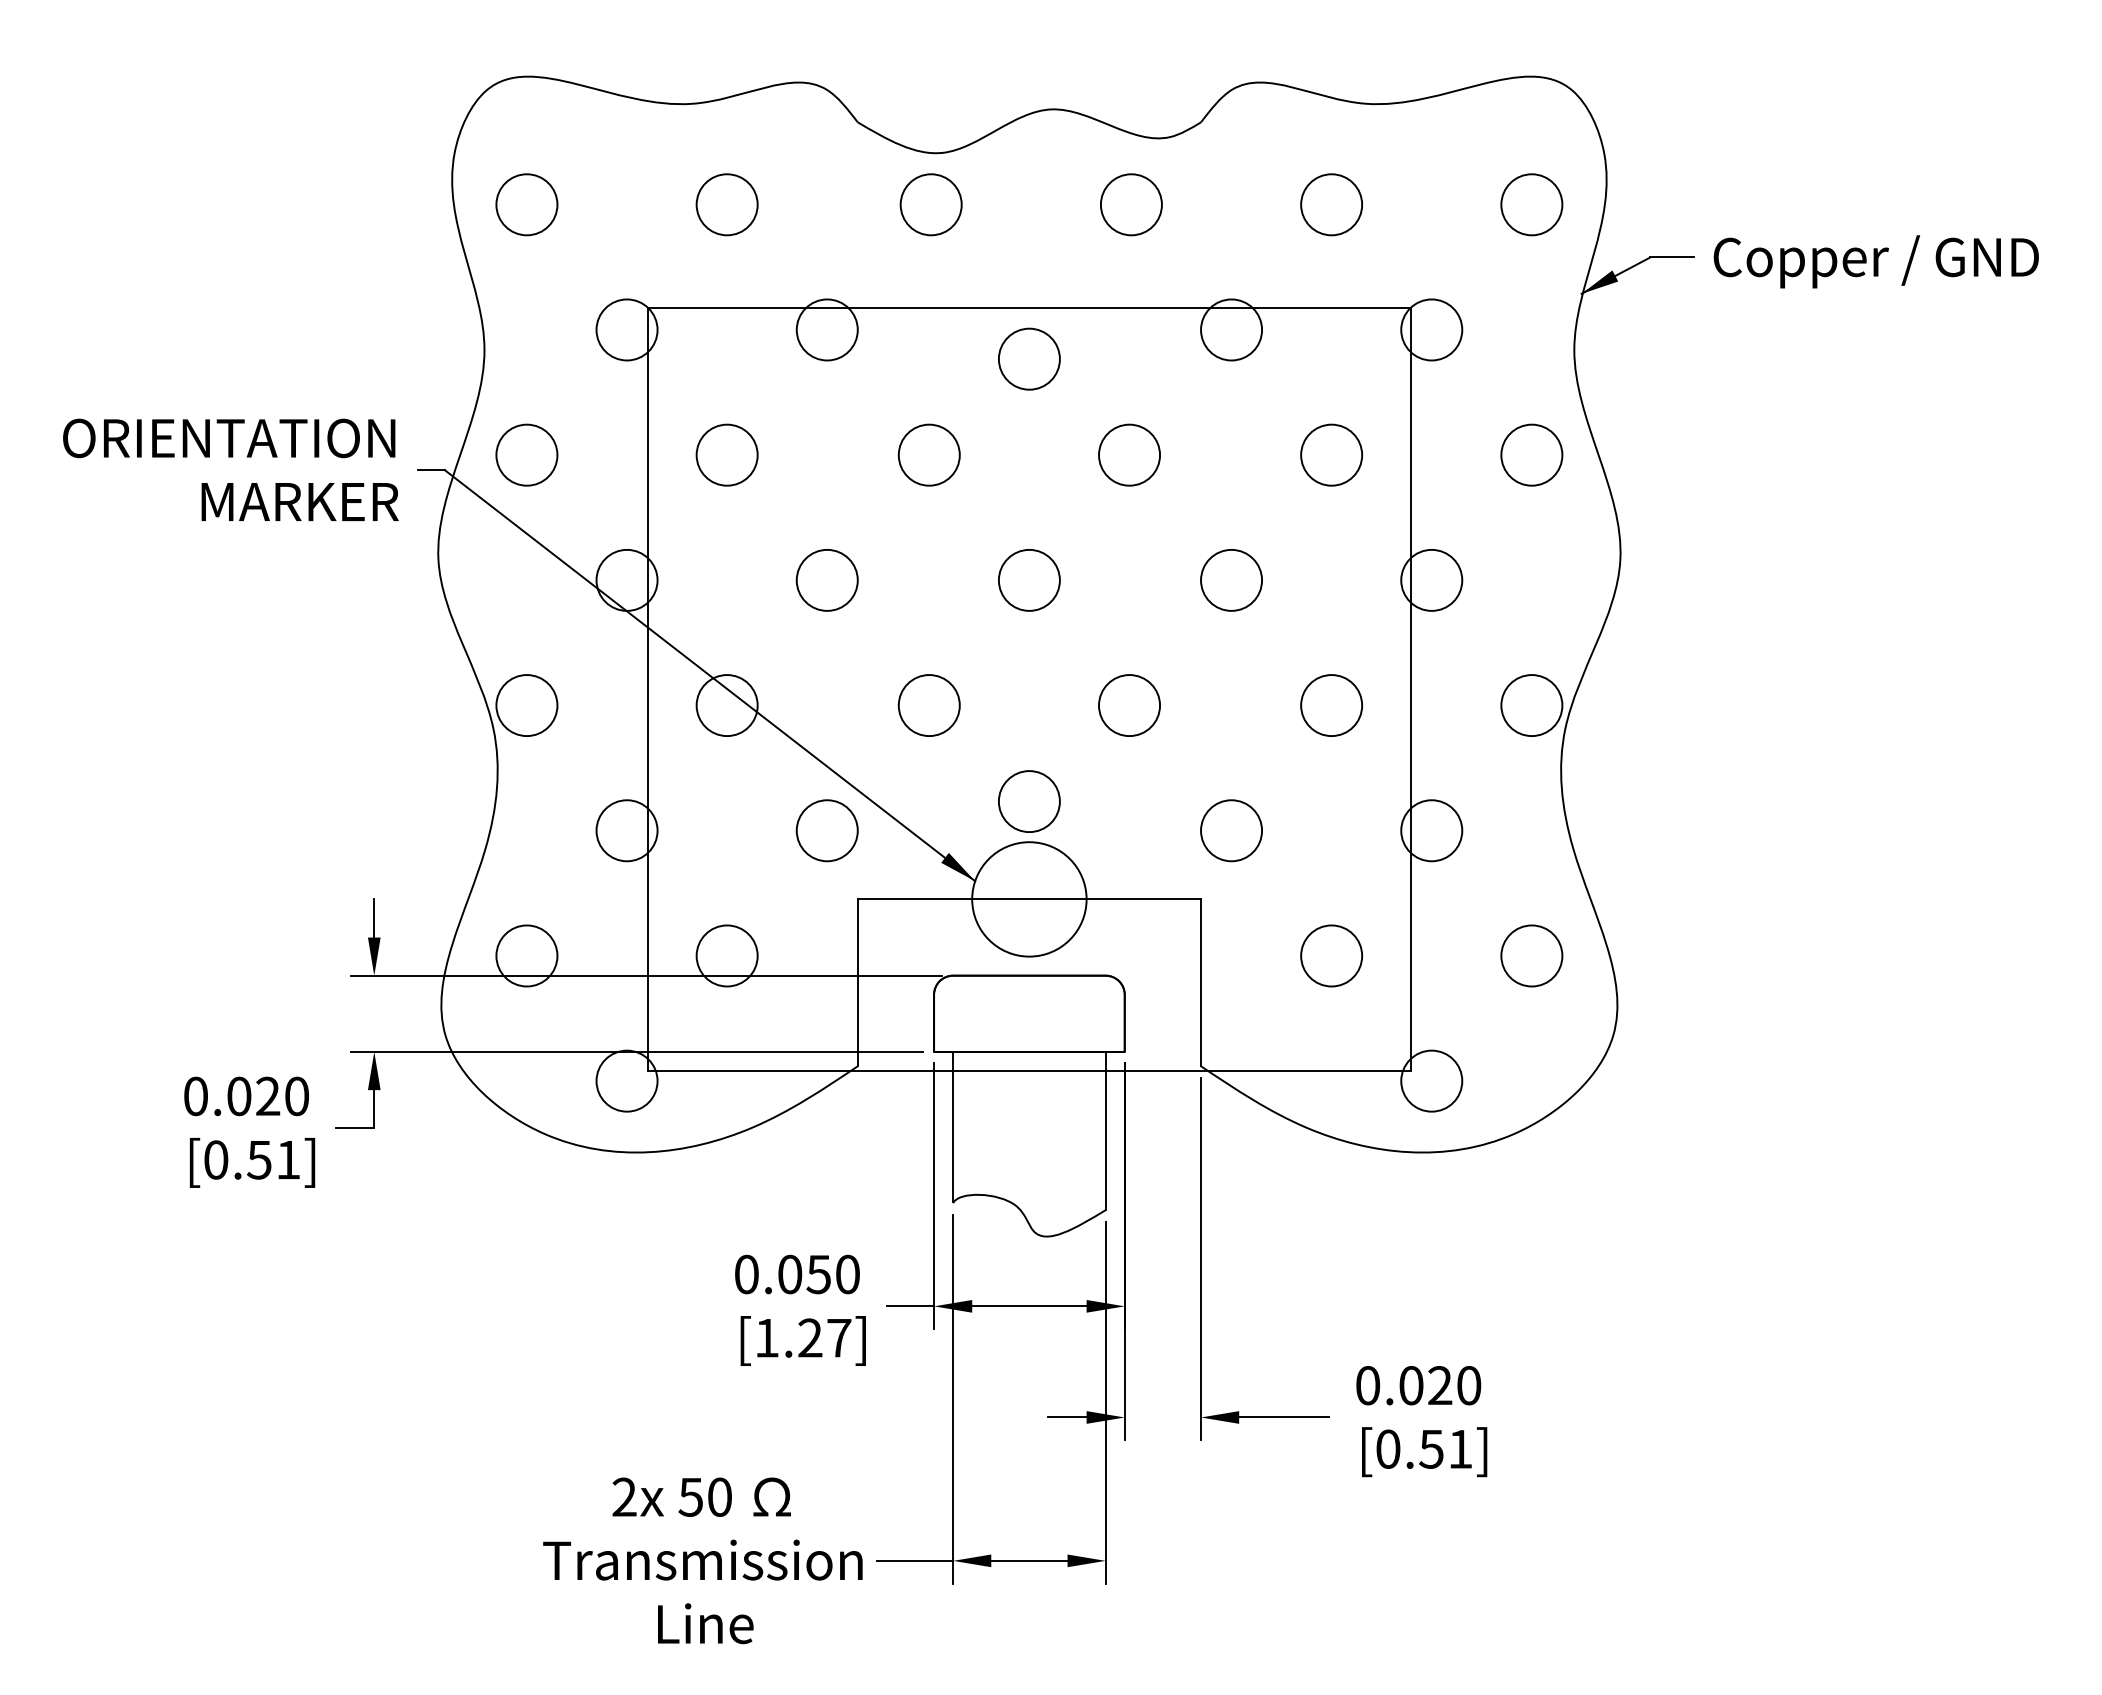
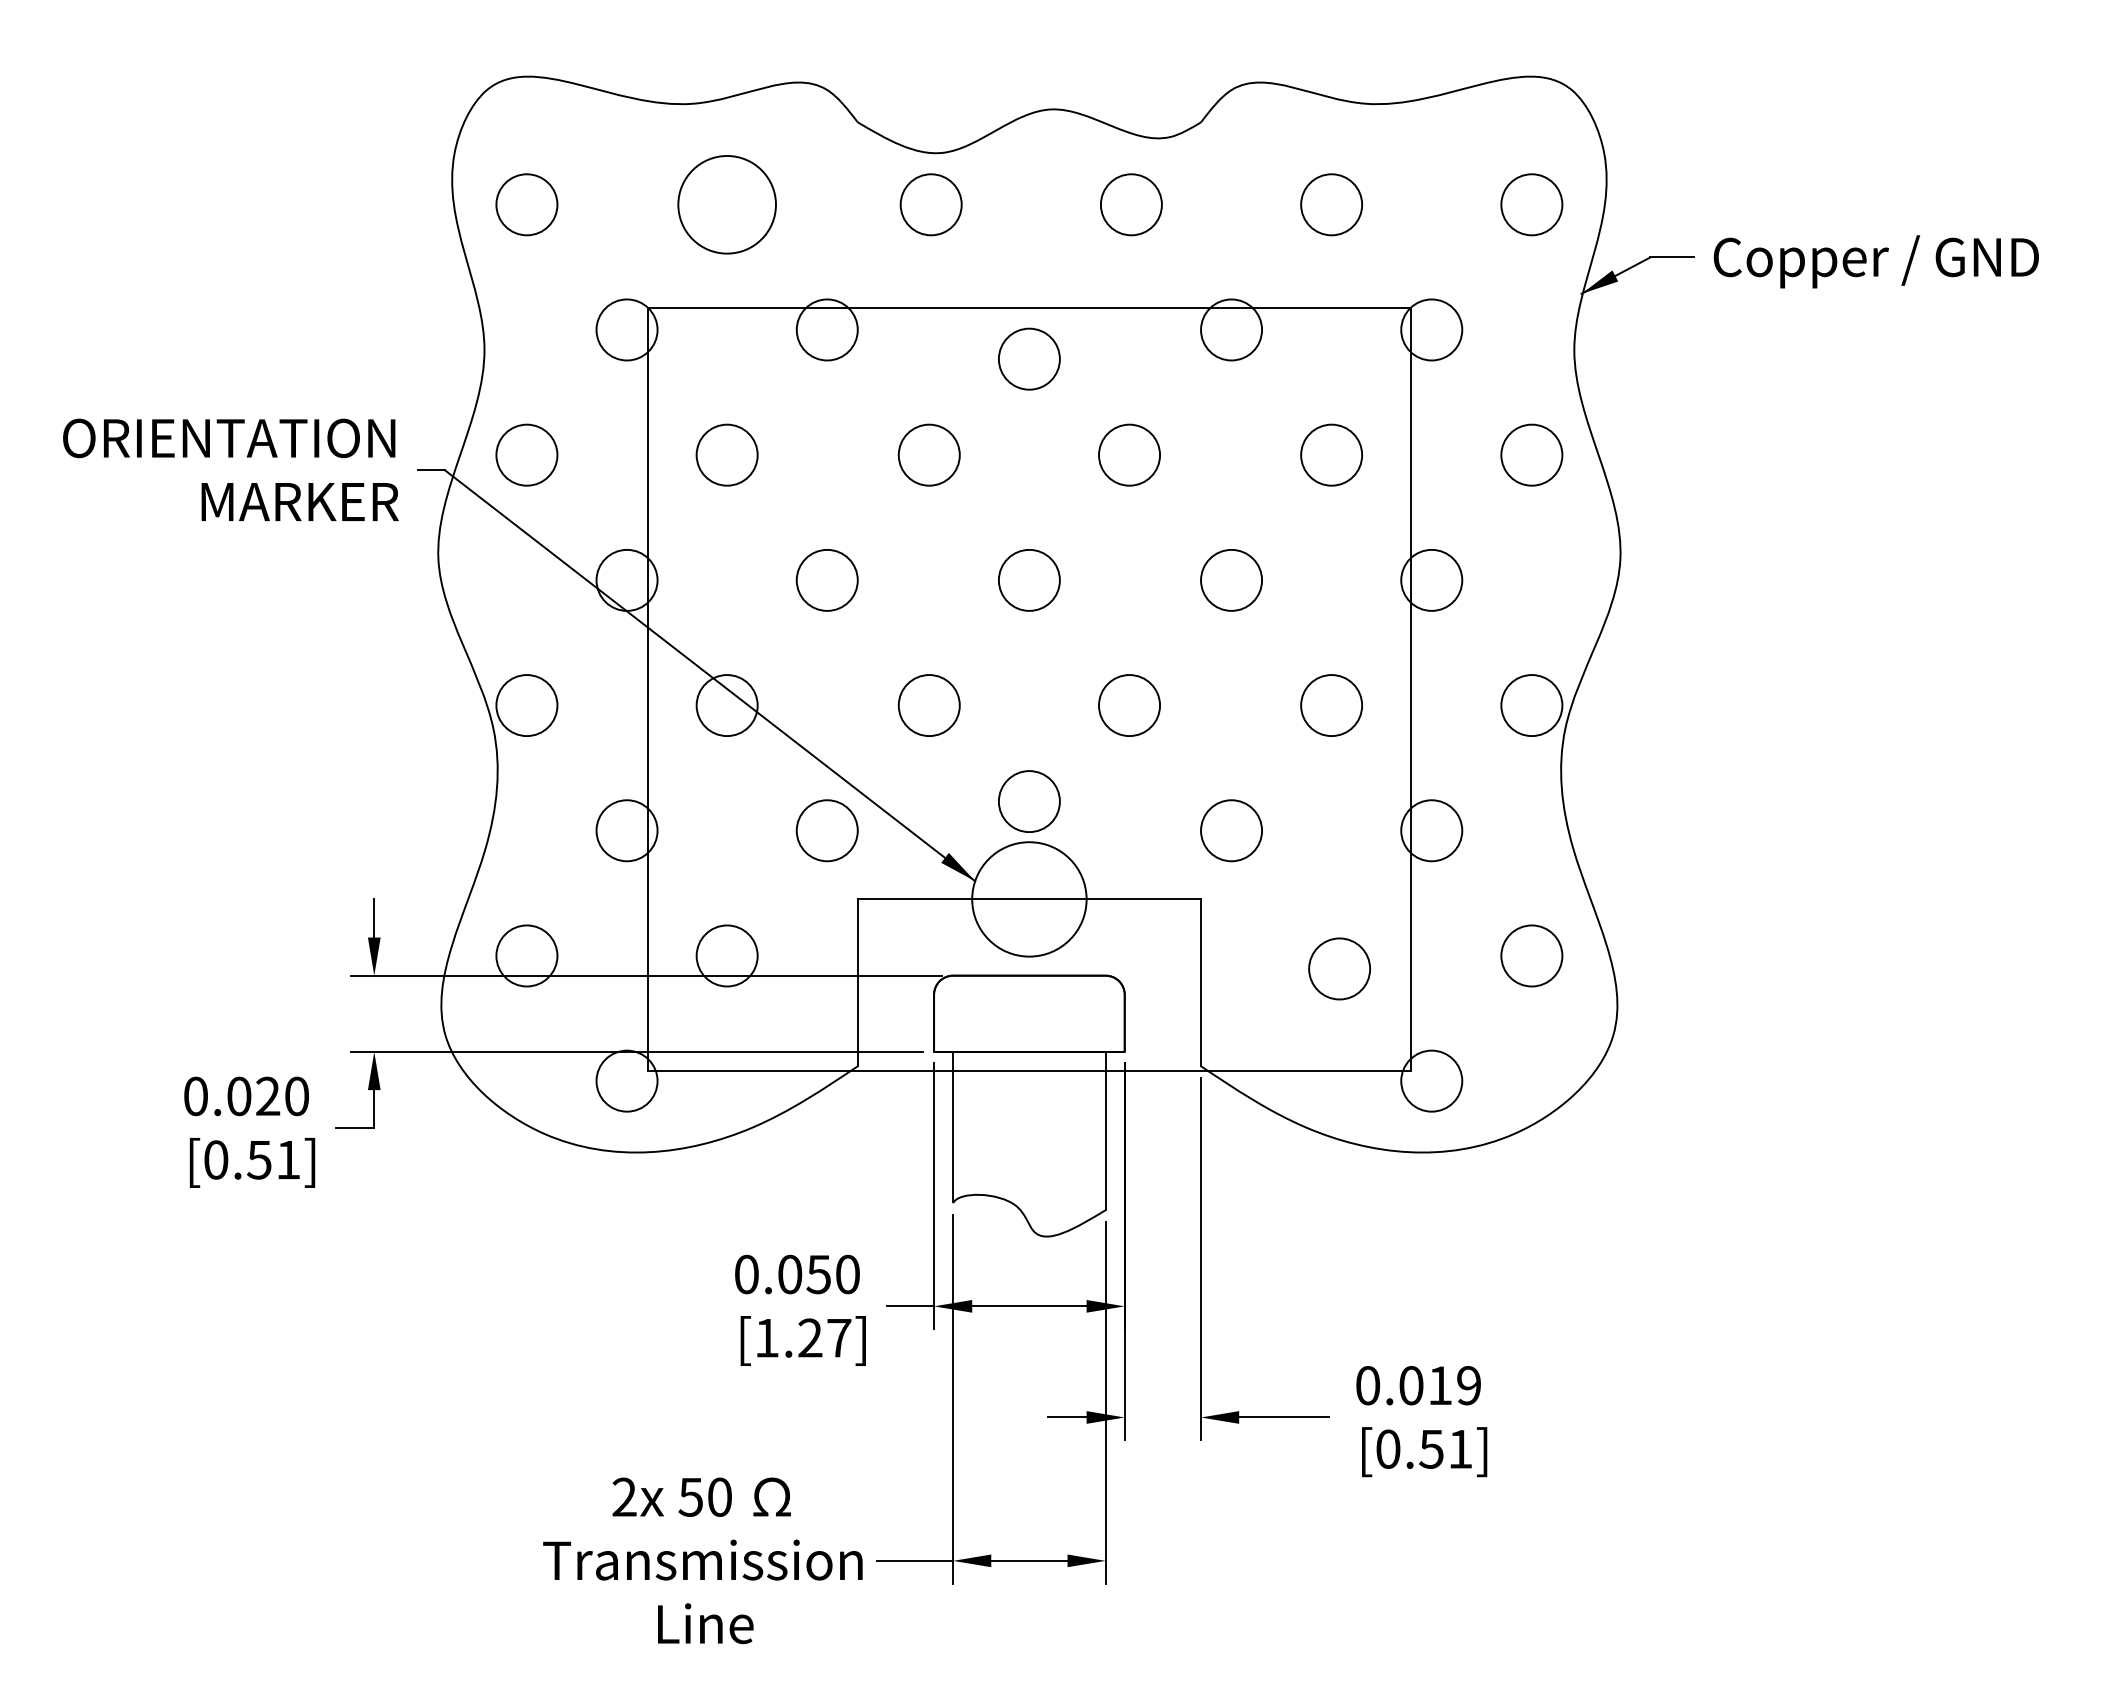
circle at (726, 204) diameter: 61 px -> 98 px
circle at (1331, 955) position: (1331, 955) -> (1339, 968)
text at (1454, 1385): 0.020 -> 0.019
